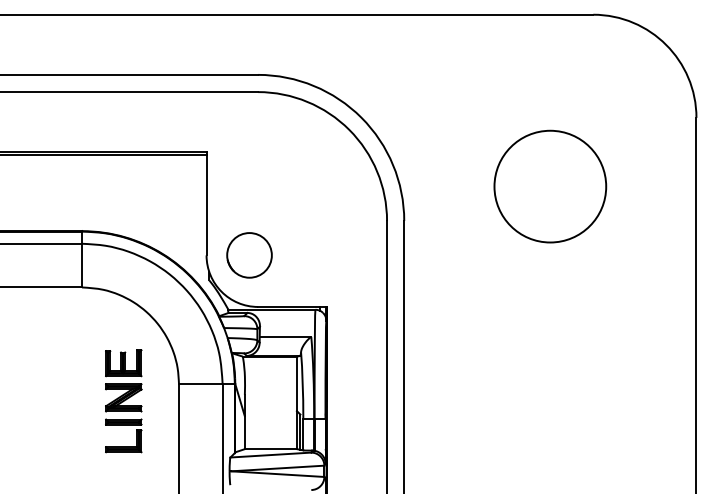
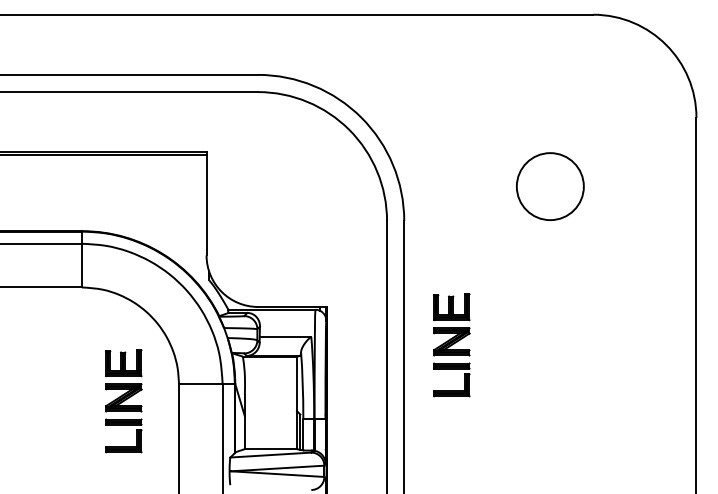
circle at (550, 186) diameter: 112 px -> 67 px
circle at (249, 255): present -> none
part at (451, 345): none -> present
